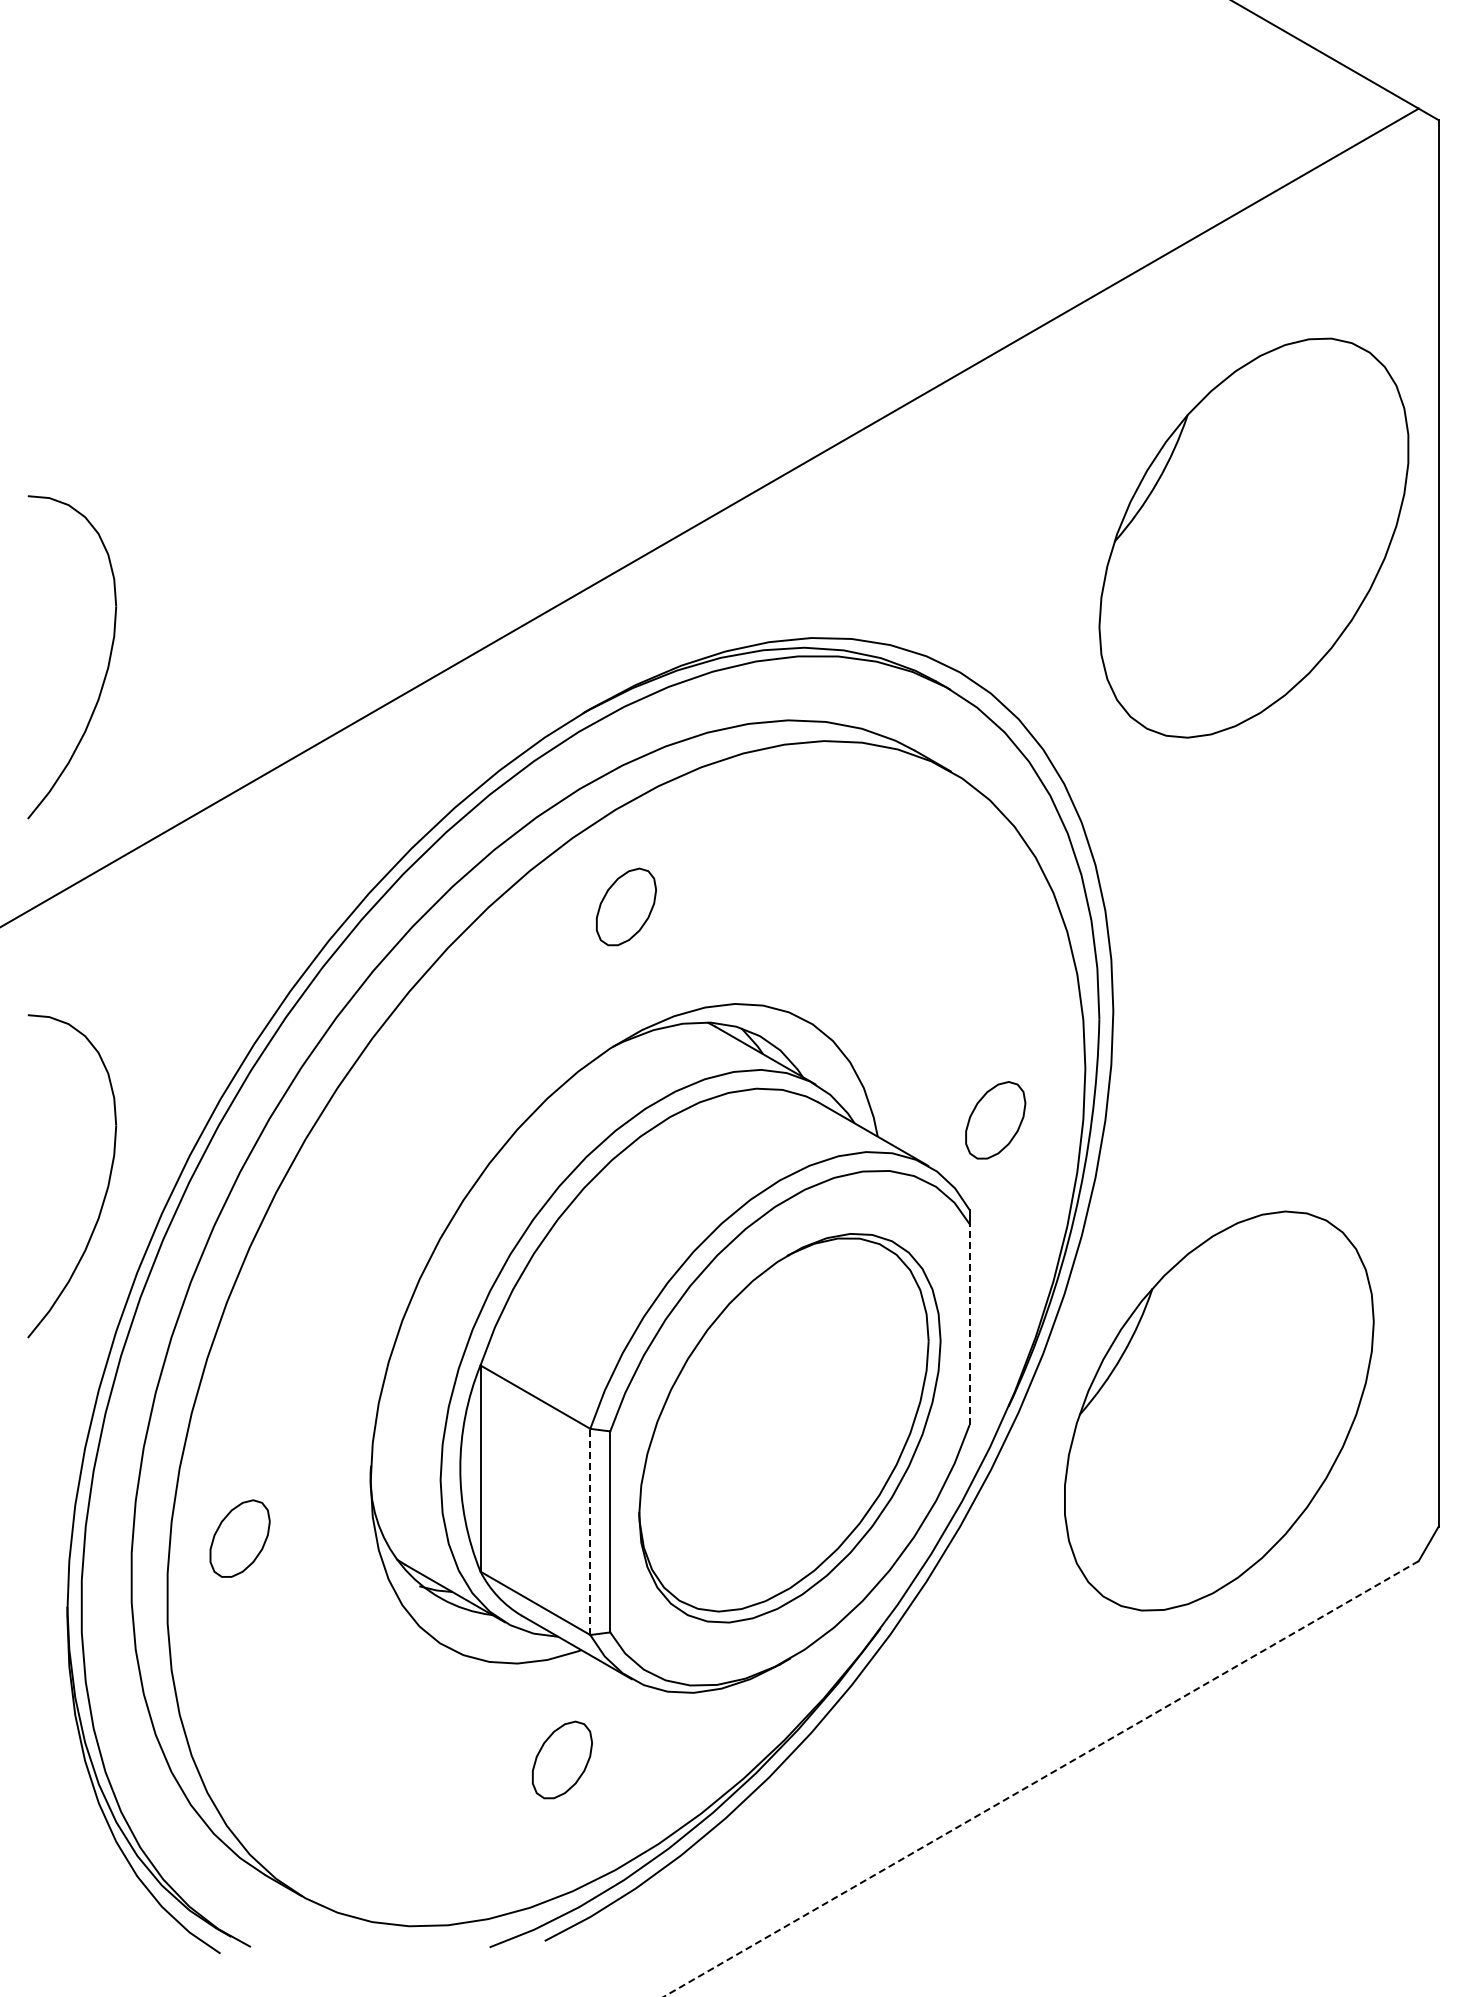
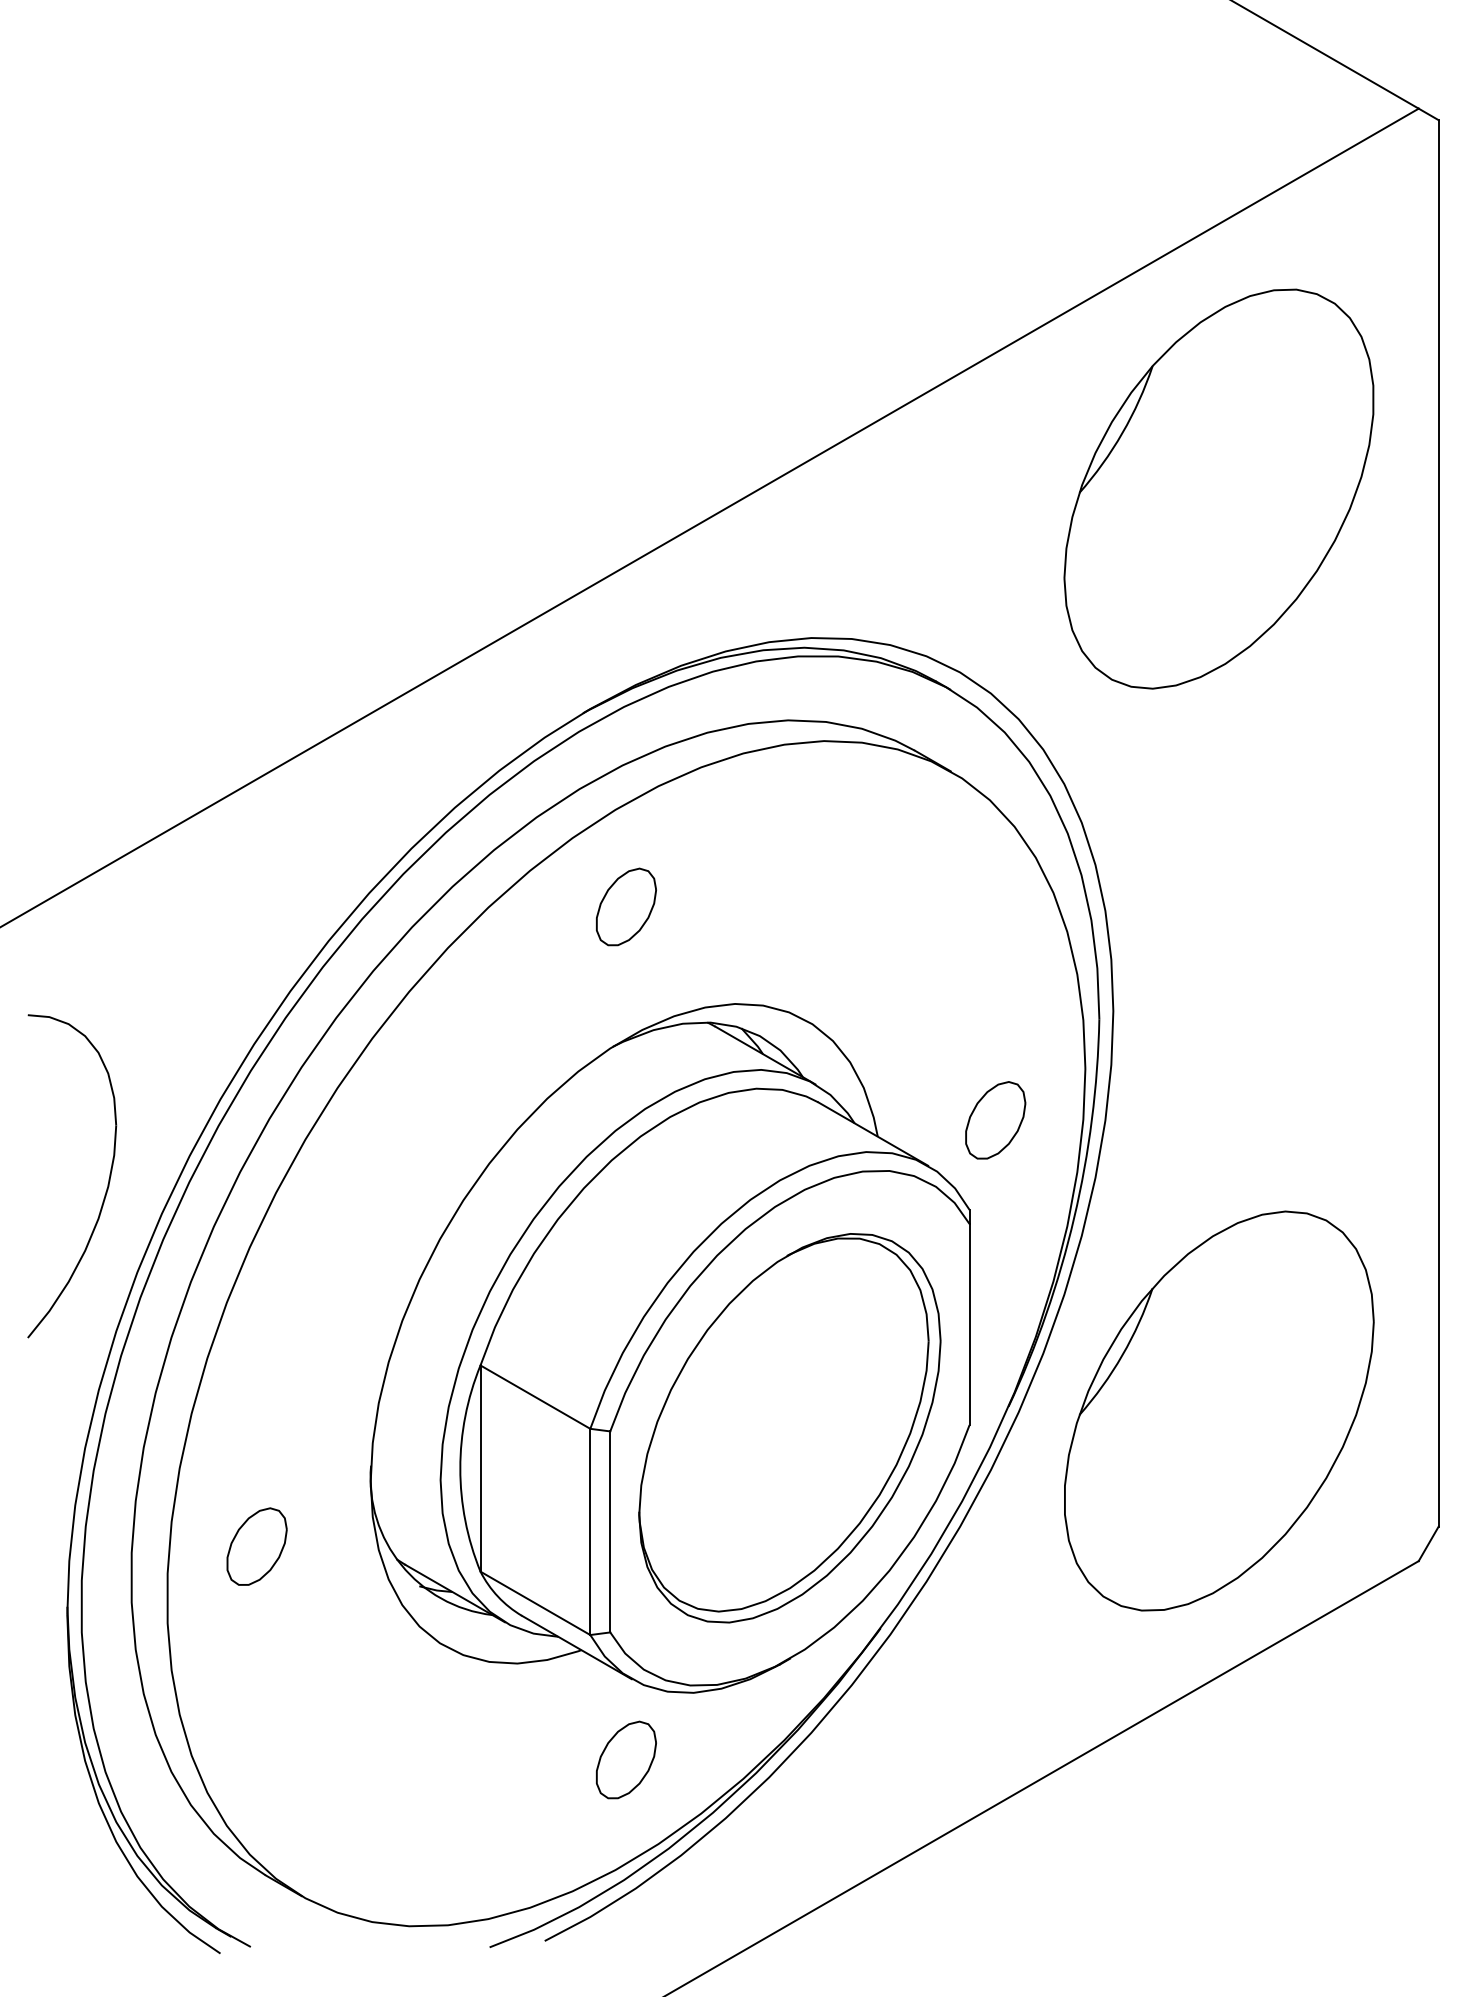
part at (1253, 537) position: (1253, 537) -> (1218, 488)
part at (107, 665): present -> none
line at (969, 1324): dashed -> solid
line at (590, 1531): dashed -> solid
part at (239, 1538) position: (239, 1538) -> (256, 1546)
part at (562, 1759) position: (562, 1759) -> (626, 1759)
line at (1041, 1778): dashed -> solid
